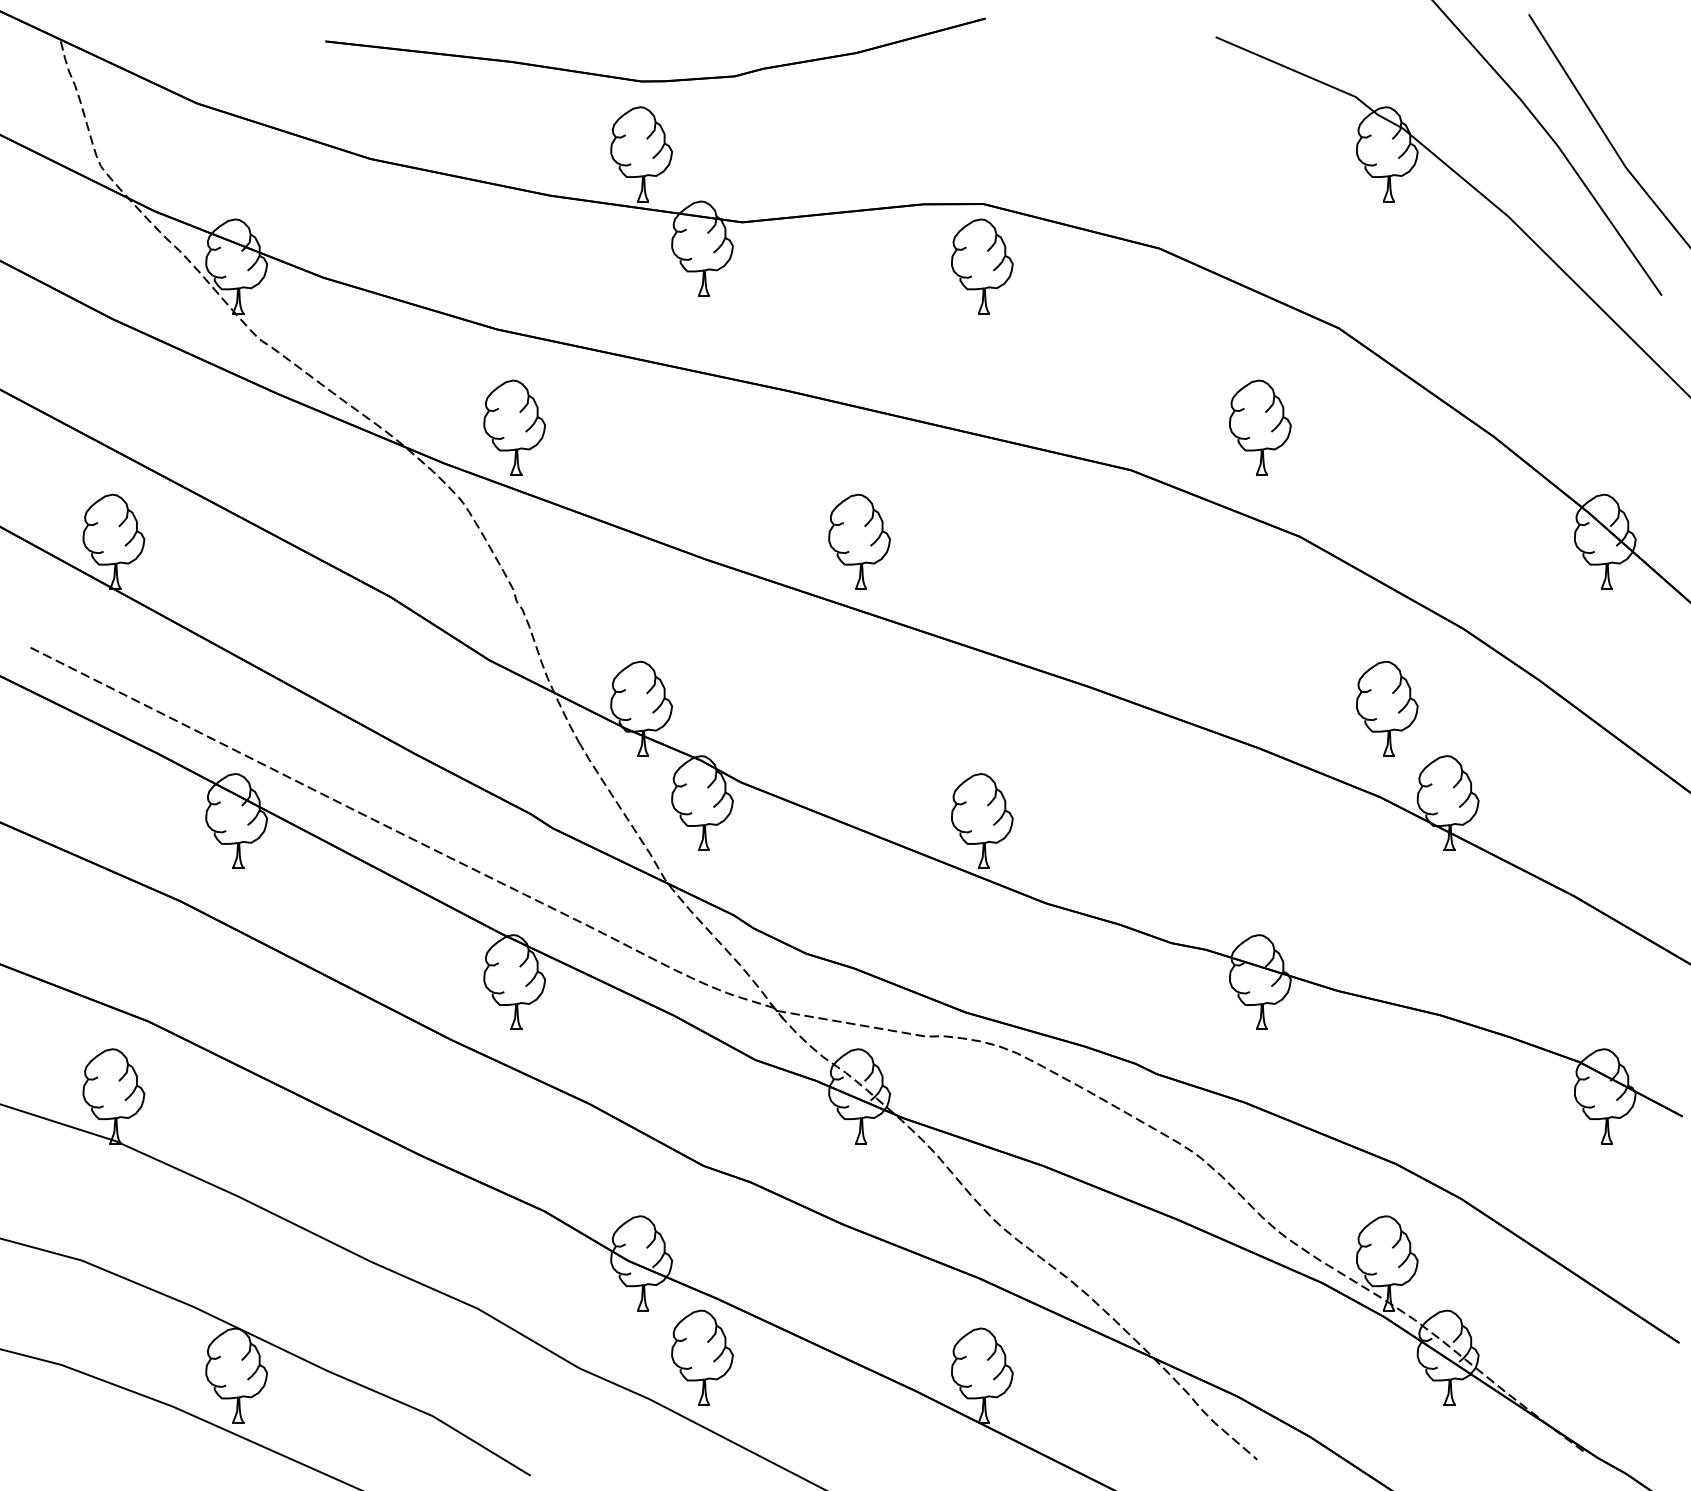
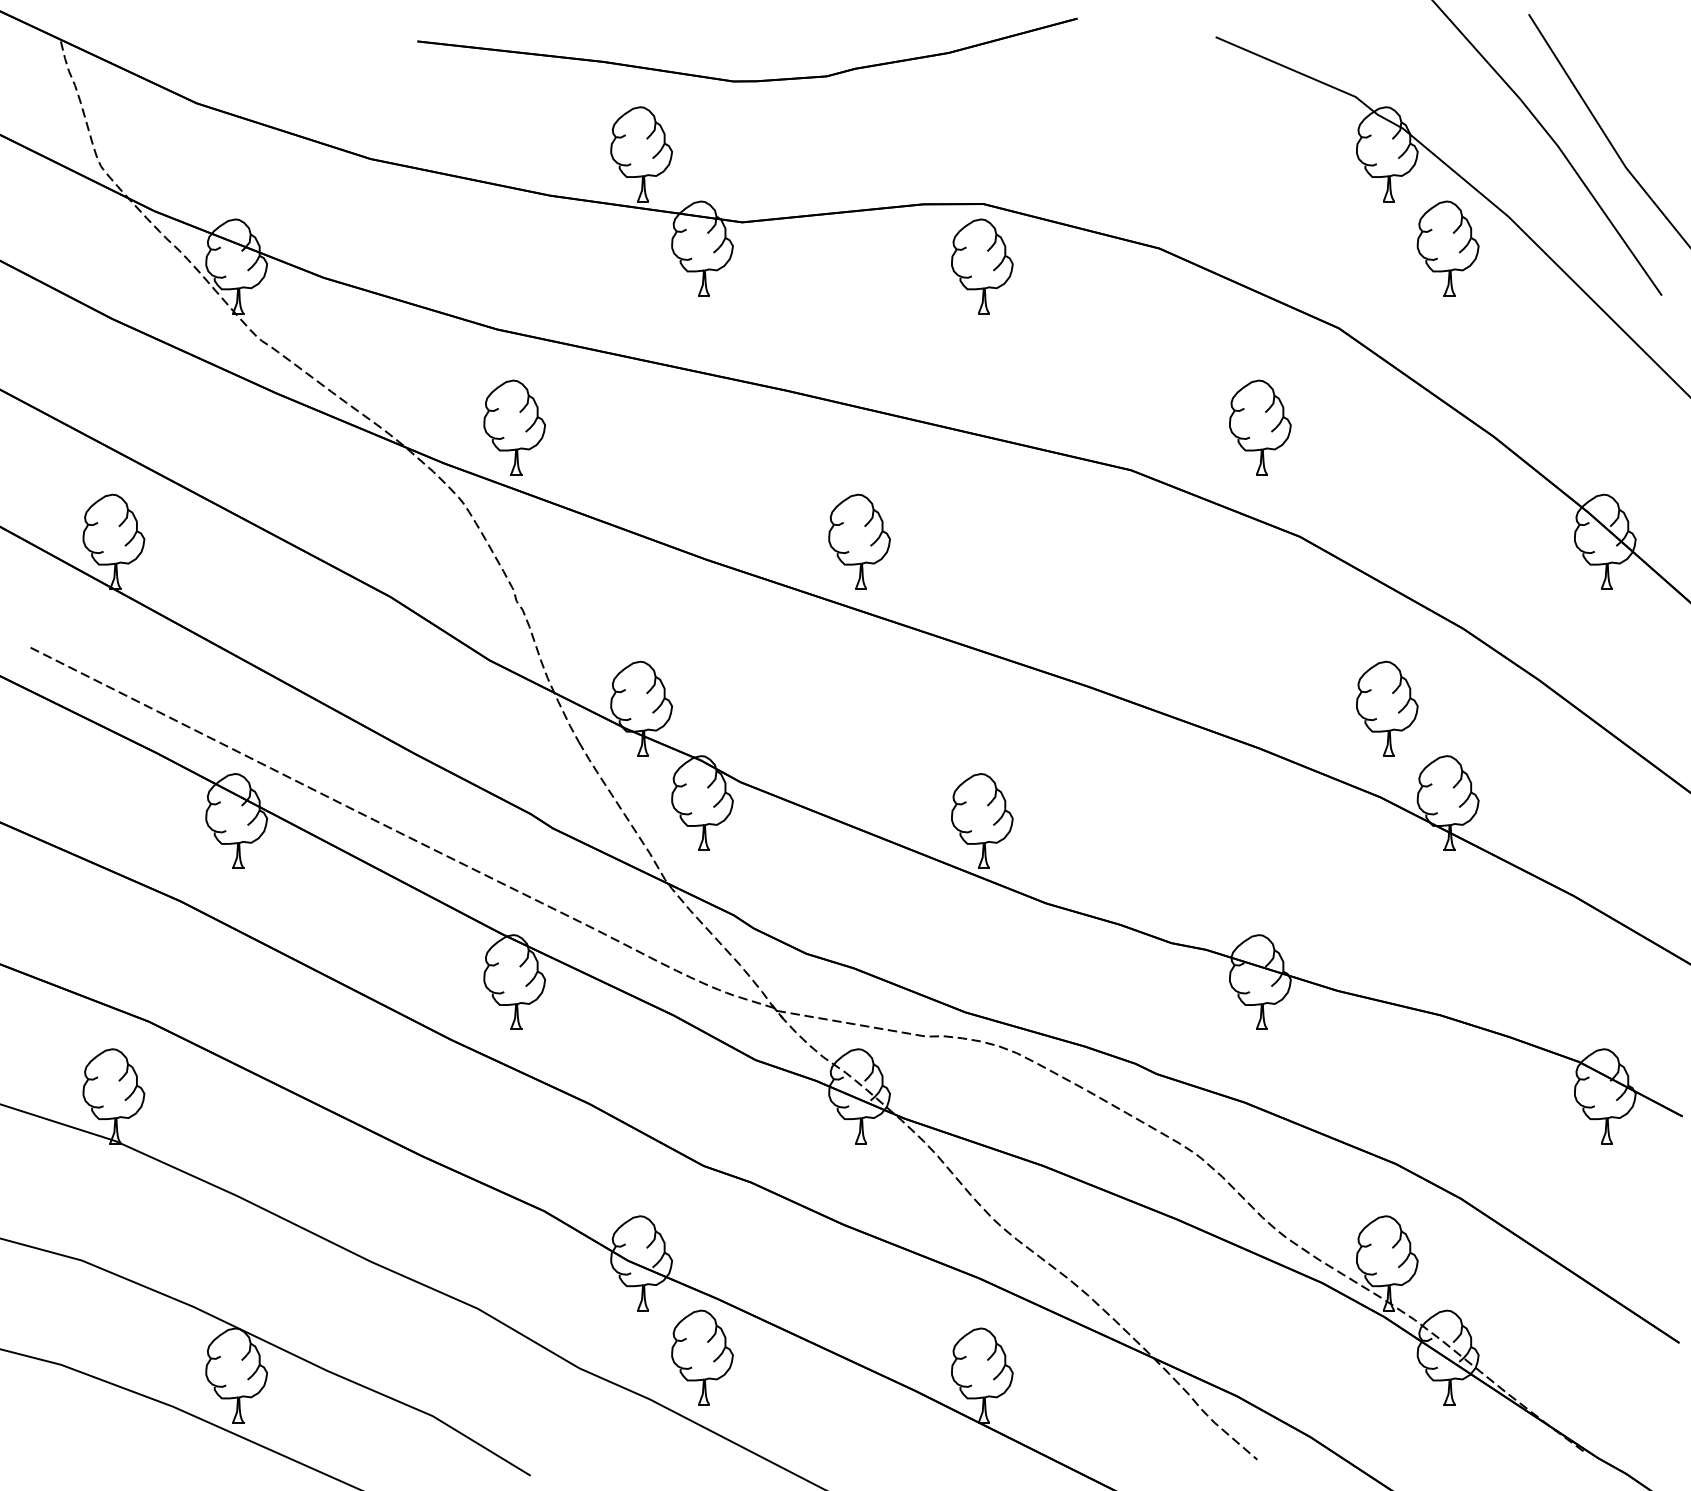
part at (655, 80) position: (655, 80) -> (747, 80)
part at (1447, 248): none -> present
